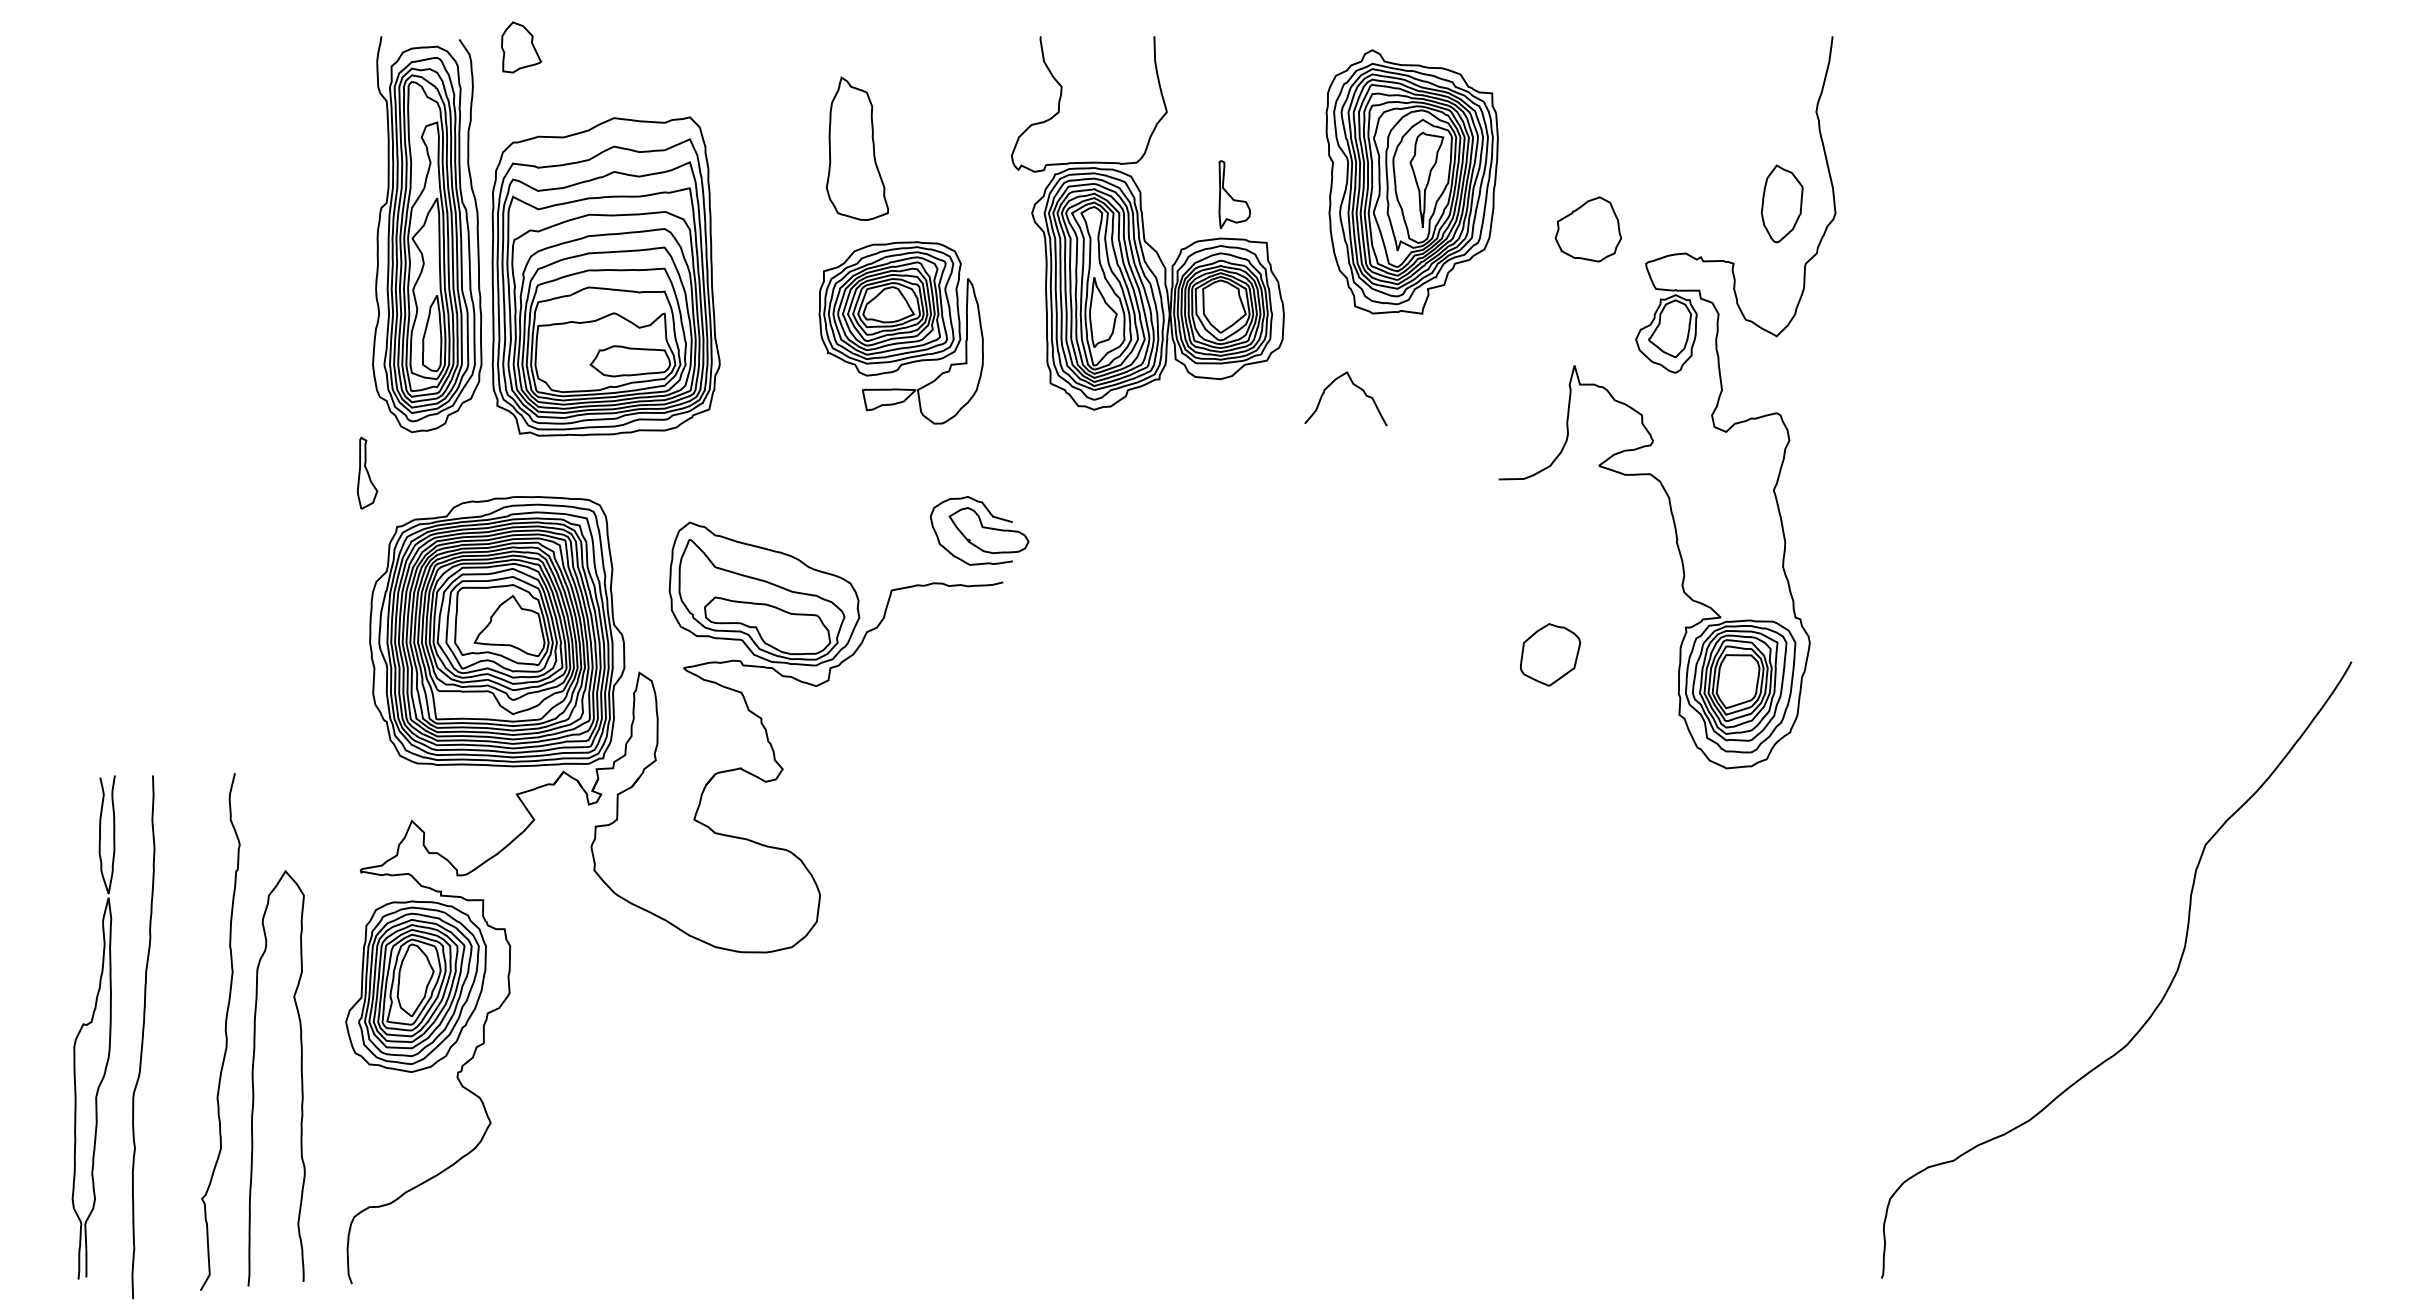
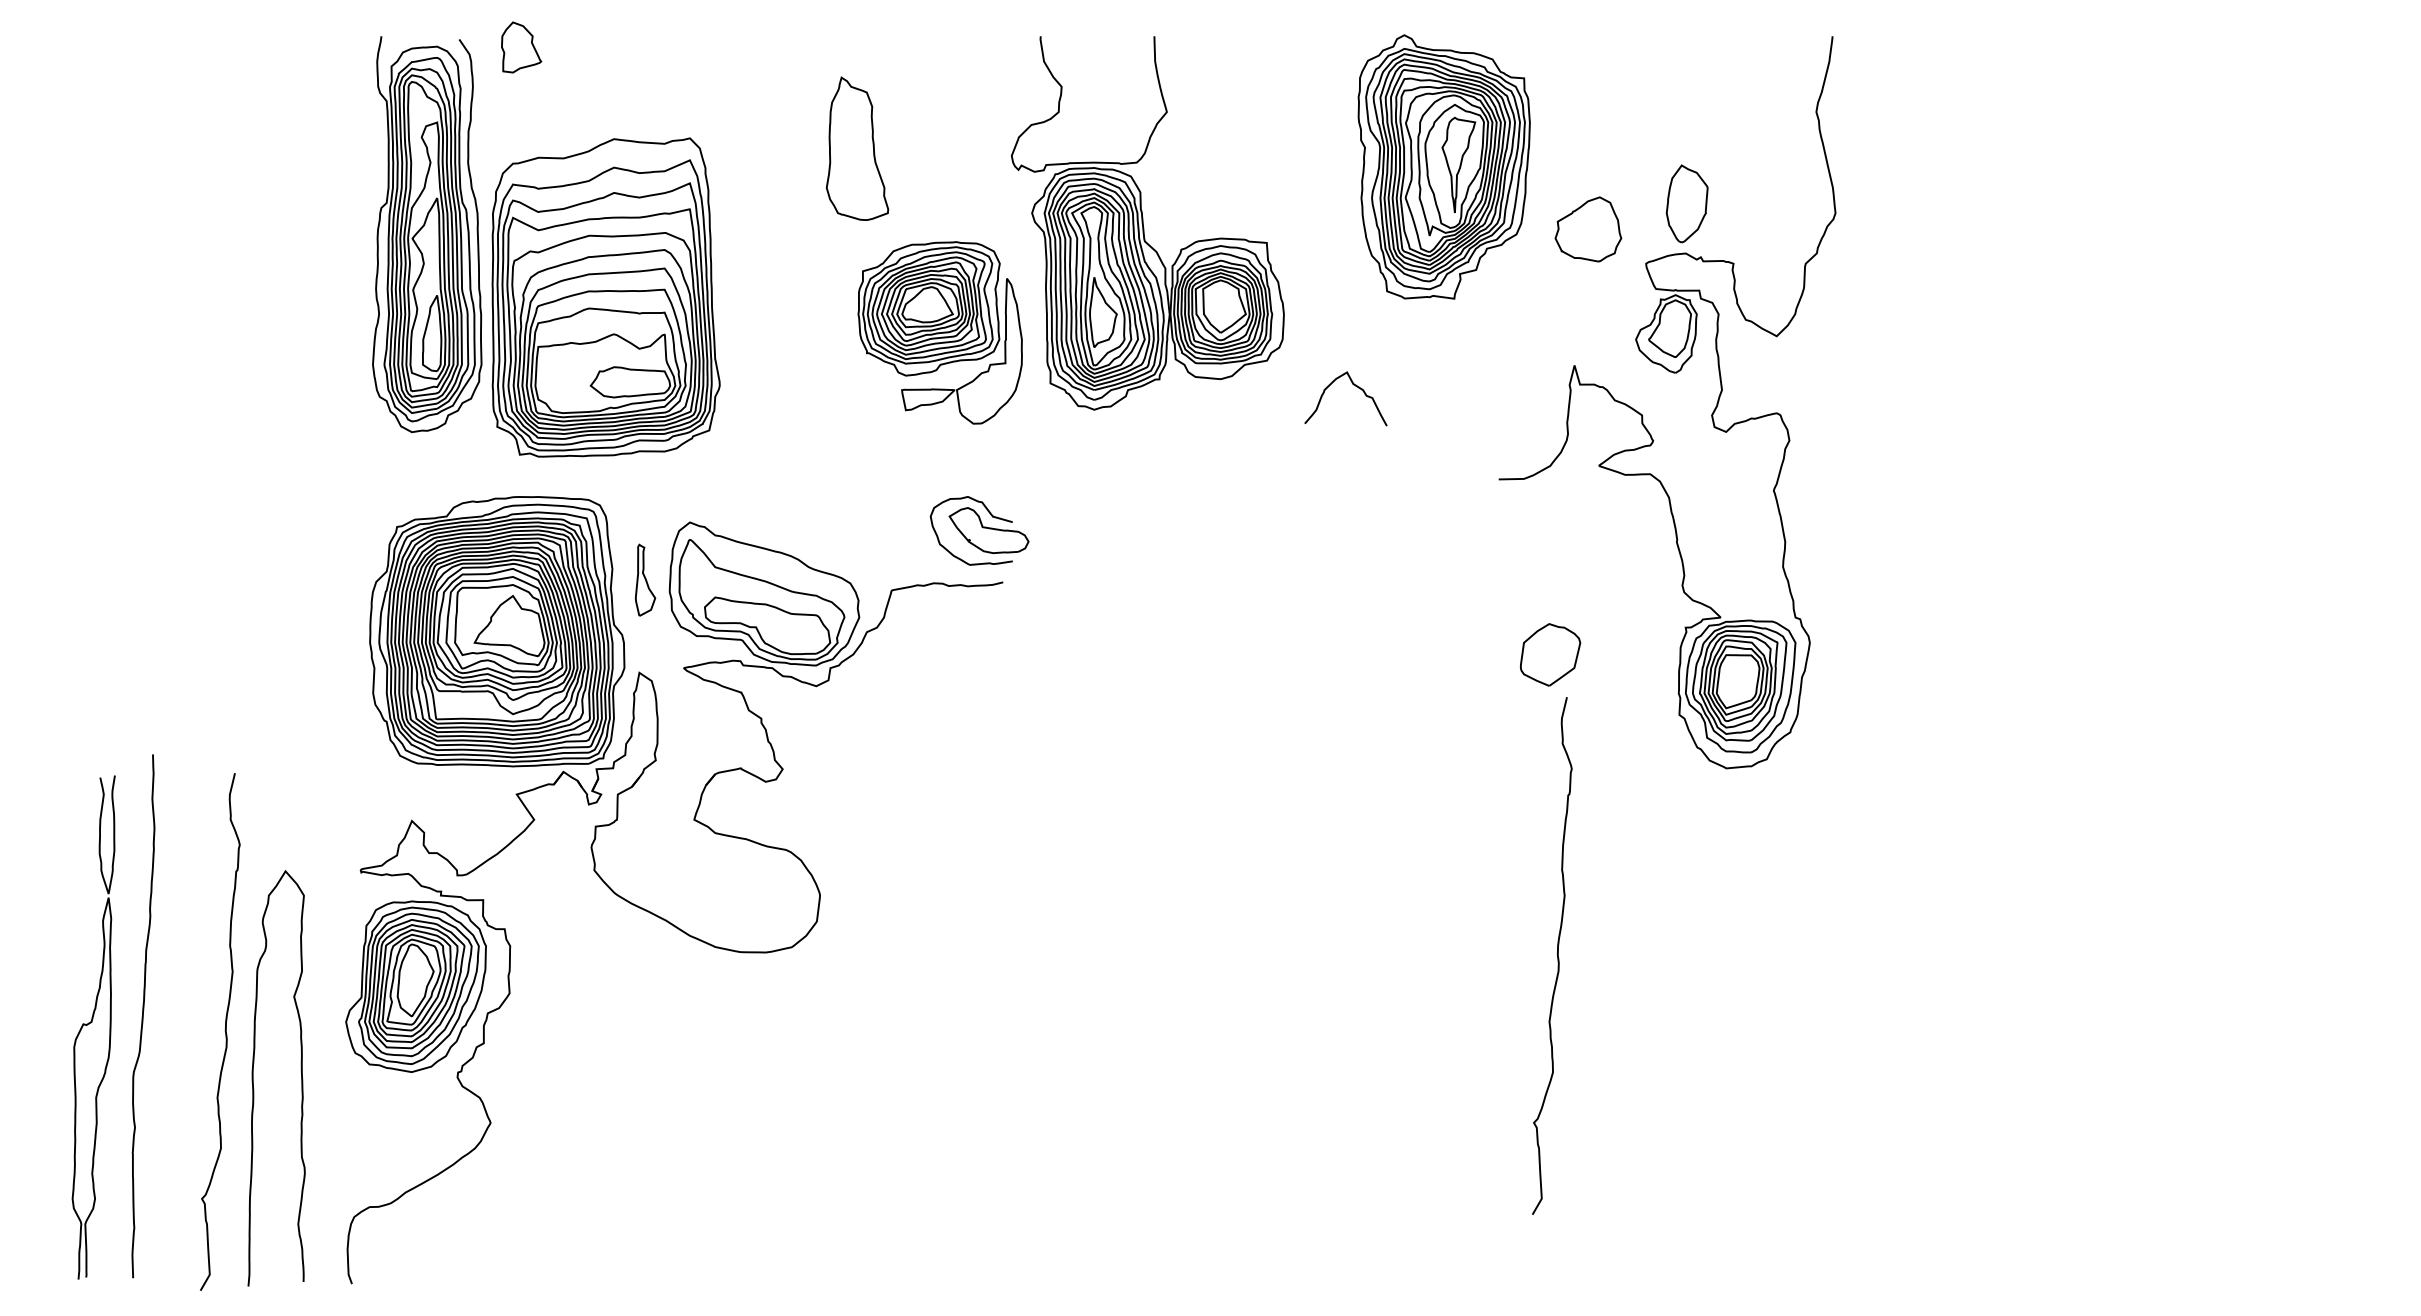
part at (1411, 181) position: (1411, 181) -> (1443, 166)
part at (1234, 194): present -> none
part at (1781, 203) position: (1781, 203) -> (1686, 203)
part at (605, 276) position: (605, 276) -> (605, 297)
part at (900, 332) position: (900, 332) -> (939, 332)
part at (367, 472) position: (367, 472) -> (645, 579)
curve at (1556, 954): none -> present
curve at (2164, 993): present -> none
curve at (143, 1037) position: (143, 1037) -> (143, 1016)
